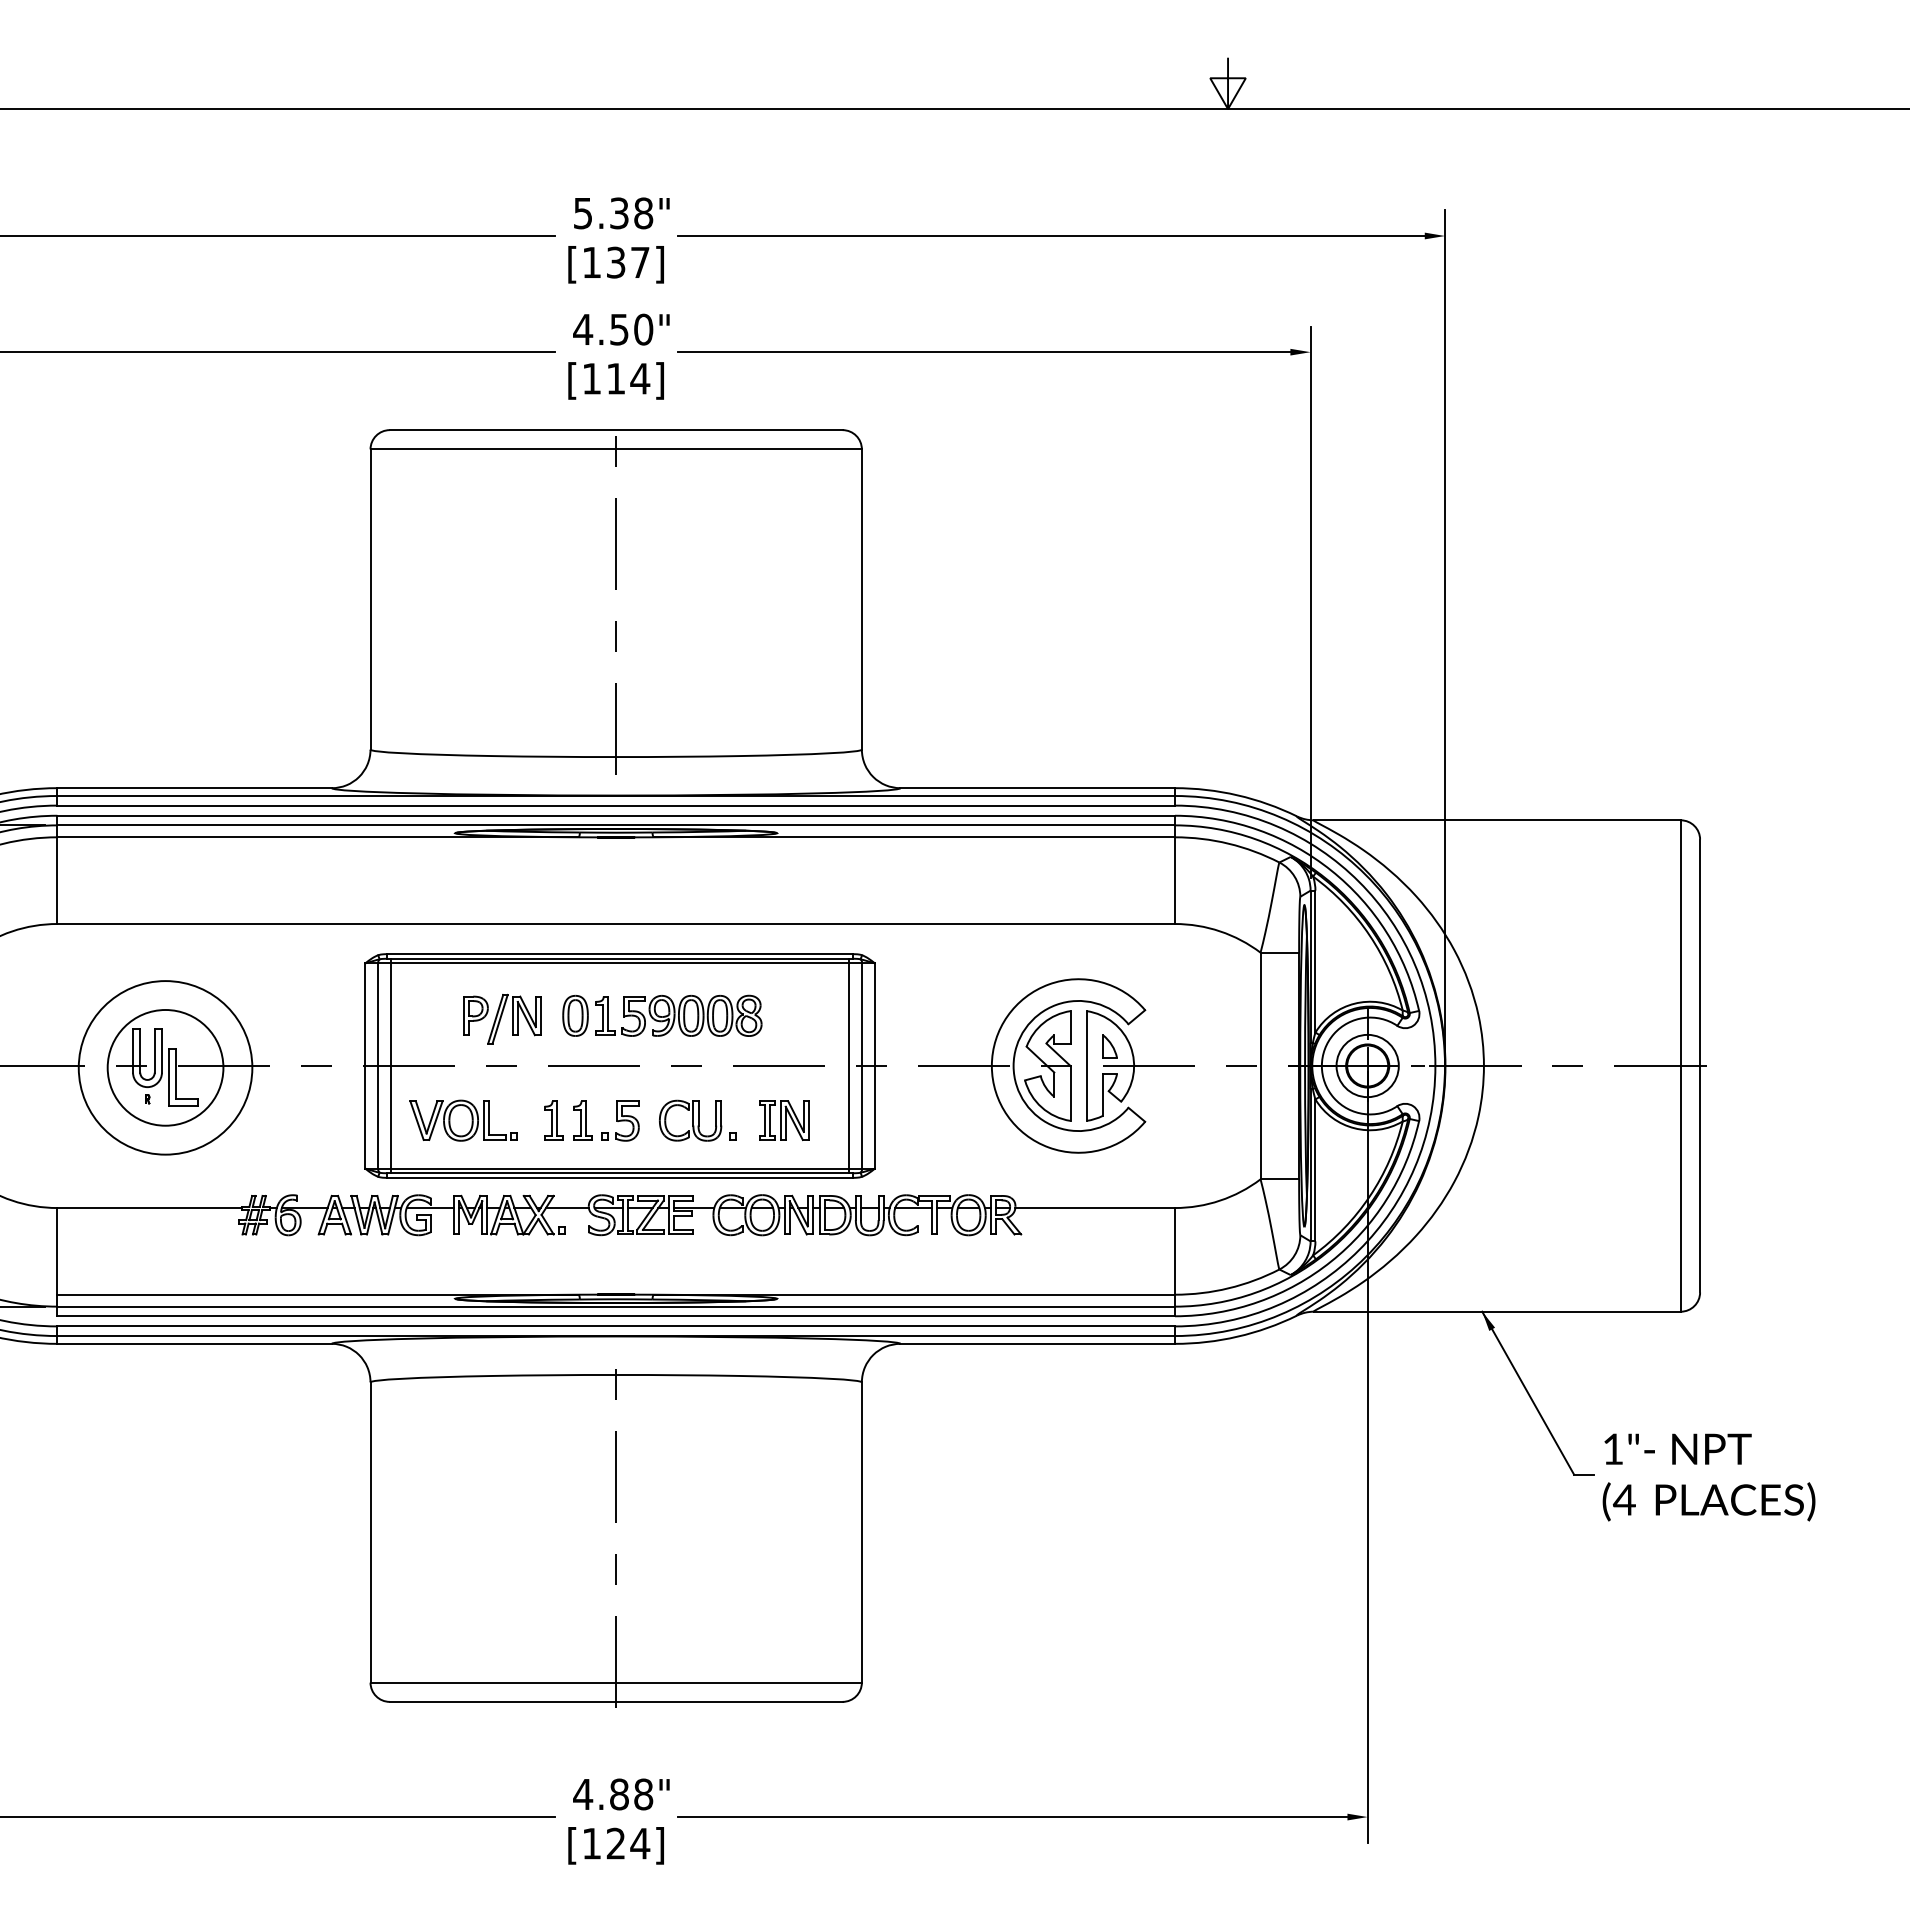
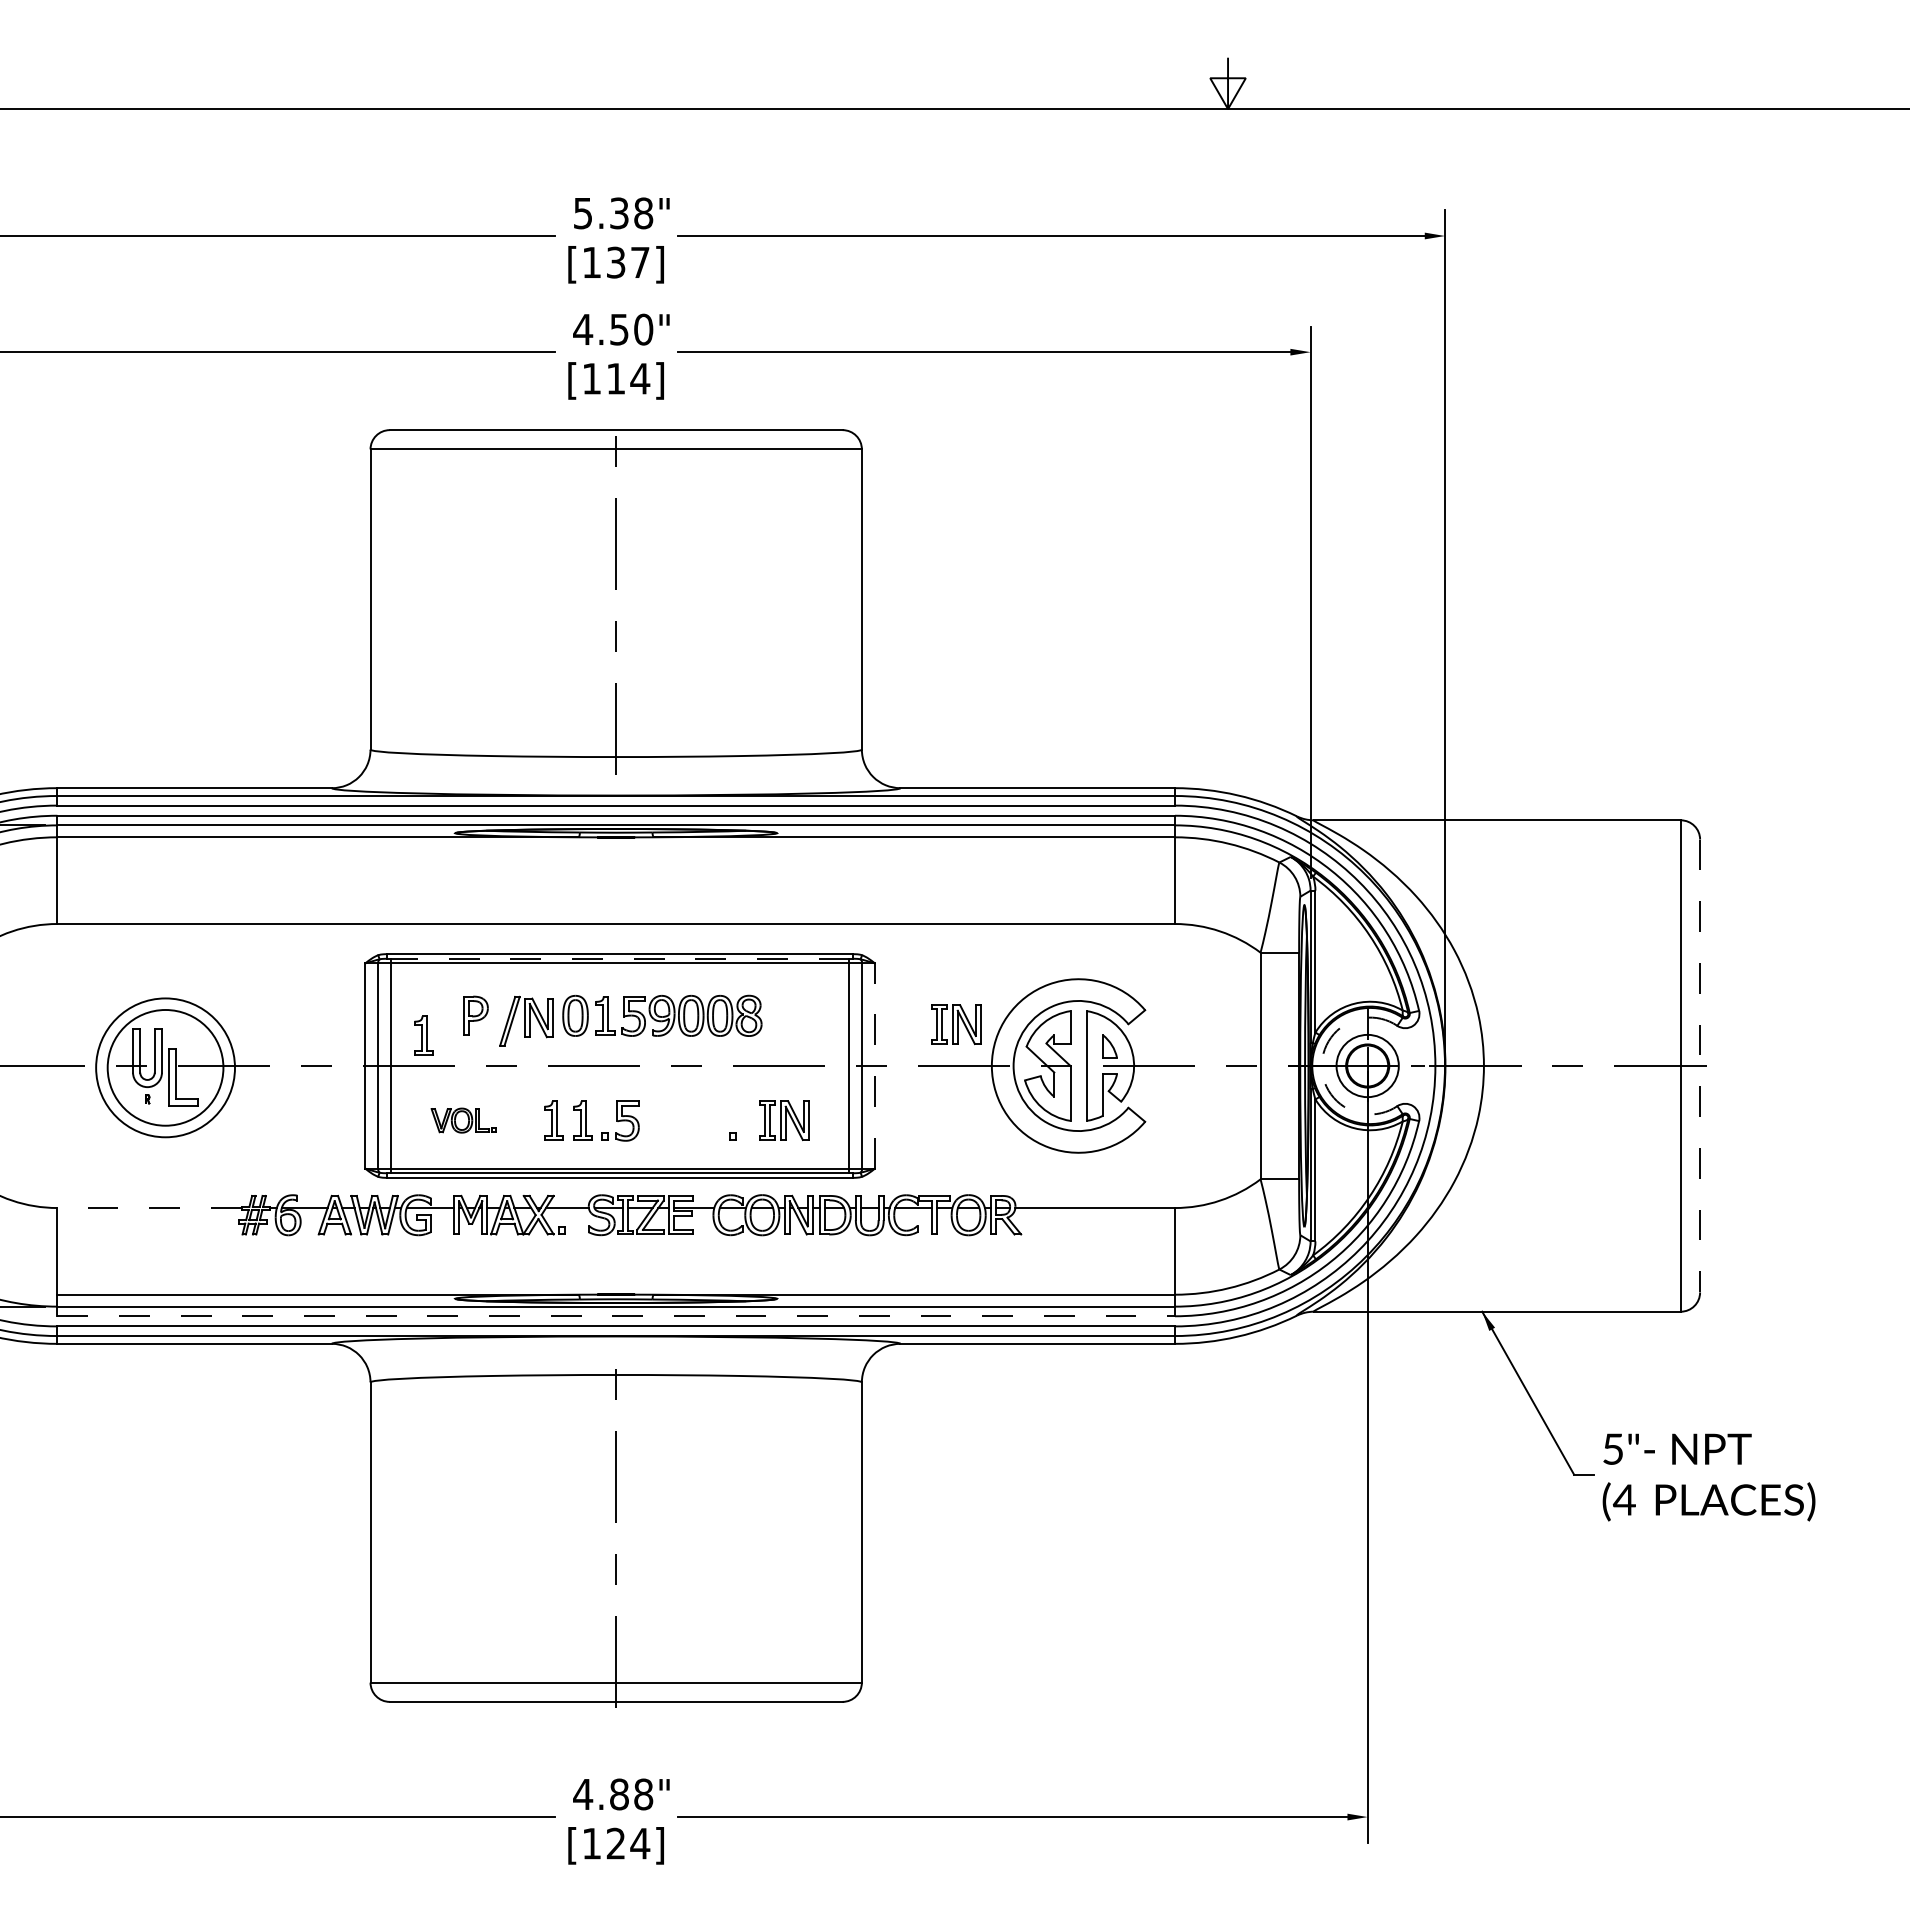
line at (619, 958): solid -> dashed
part at (514, 1018) position: (514, 1018) -> (526, 1020)
part at (956, 1024): none -> present
part at (423, 1035): none -> present
line at (874, 1066): solid -> dashed
arc at (1321, 1066): solid -> dashed
line at (1700, 1066): solid -> dashed
circle at (165, 1067) diameter: 174 px -> 139 px
part at (463, 1120) size: 109x43 px -> 67x27 px
part at (690, 1120): present -> none
line at (149, 1208): solid -> dashed
line at (616, 1316): solid -> dashed
text at (1612, 1448): 1"- -> 5"-
